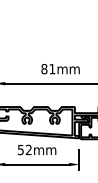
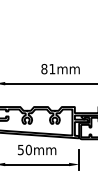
text at (28, 149): 52mm -> 50mm
